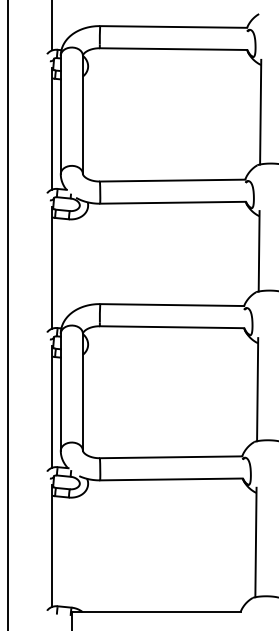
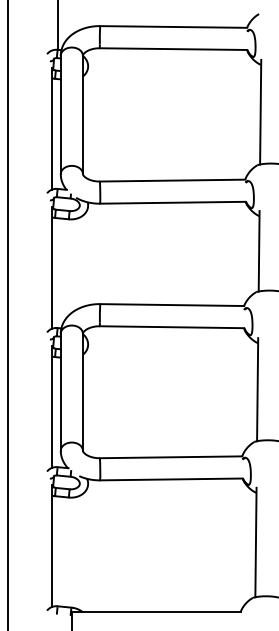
line at (52, 26) position: (52, 26) -> (58, 26)
